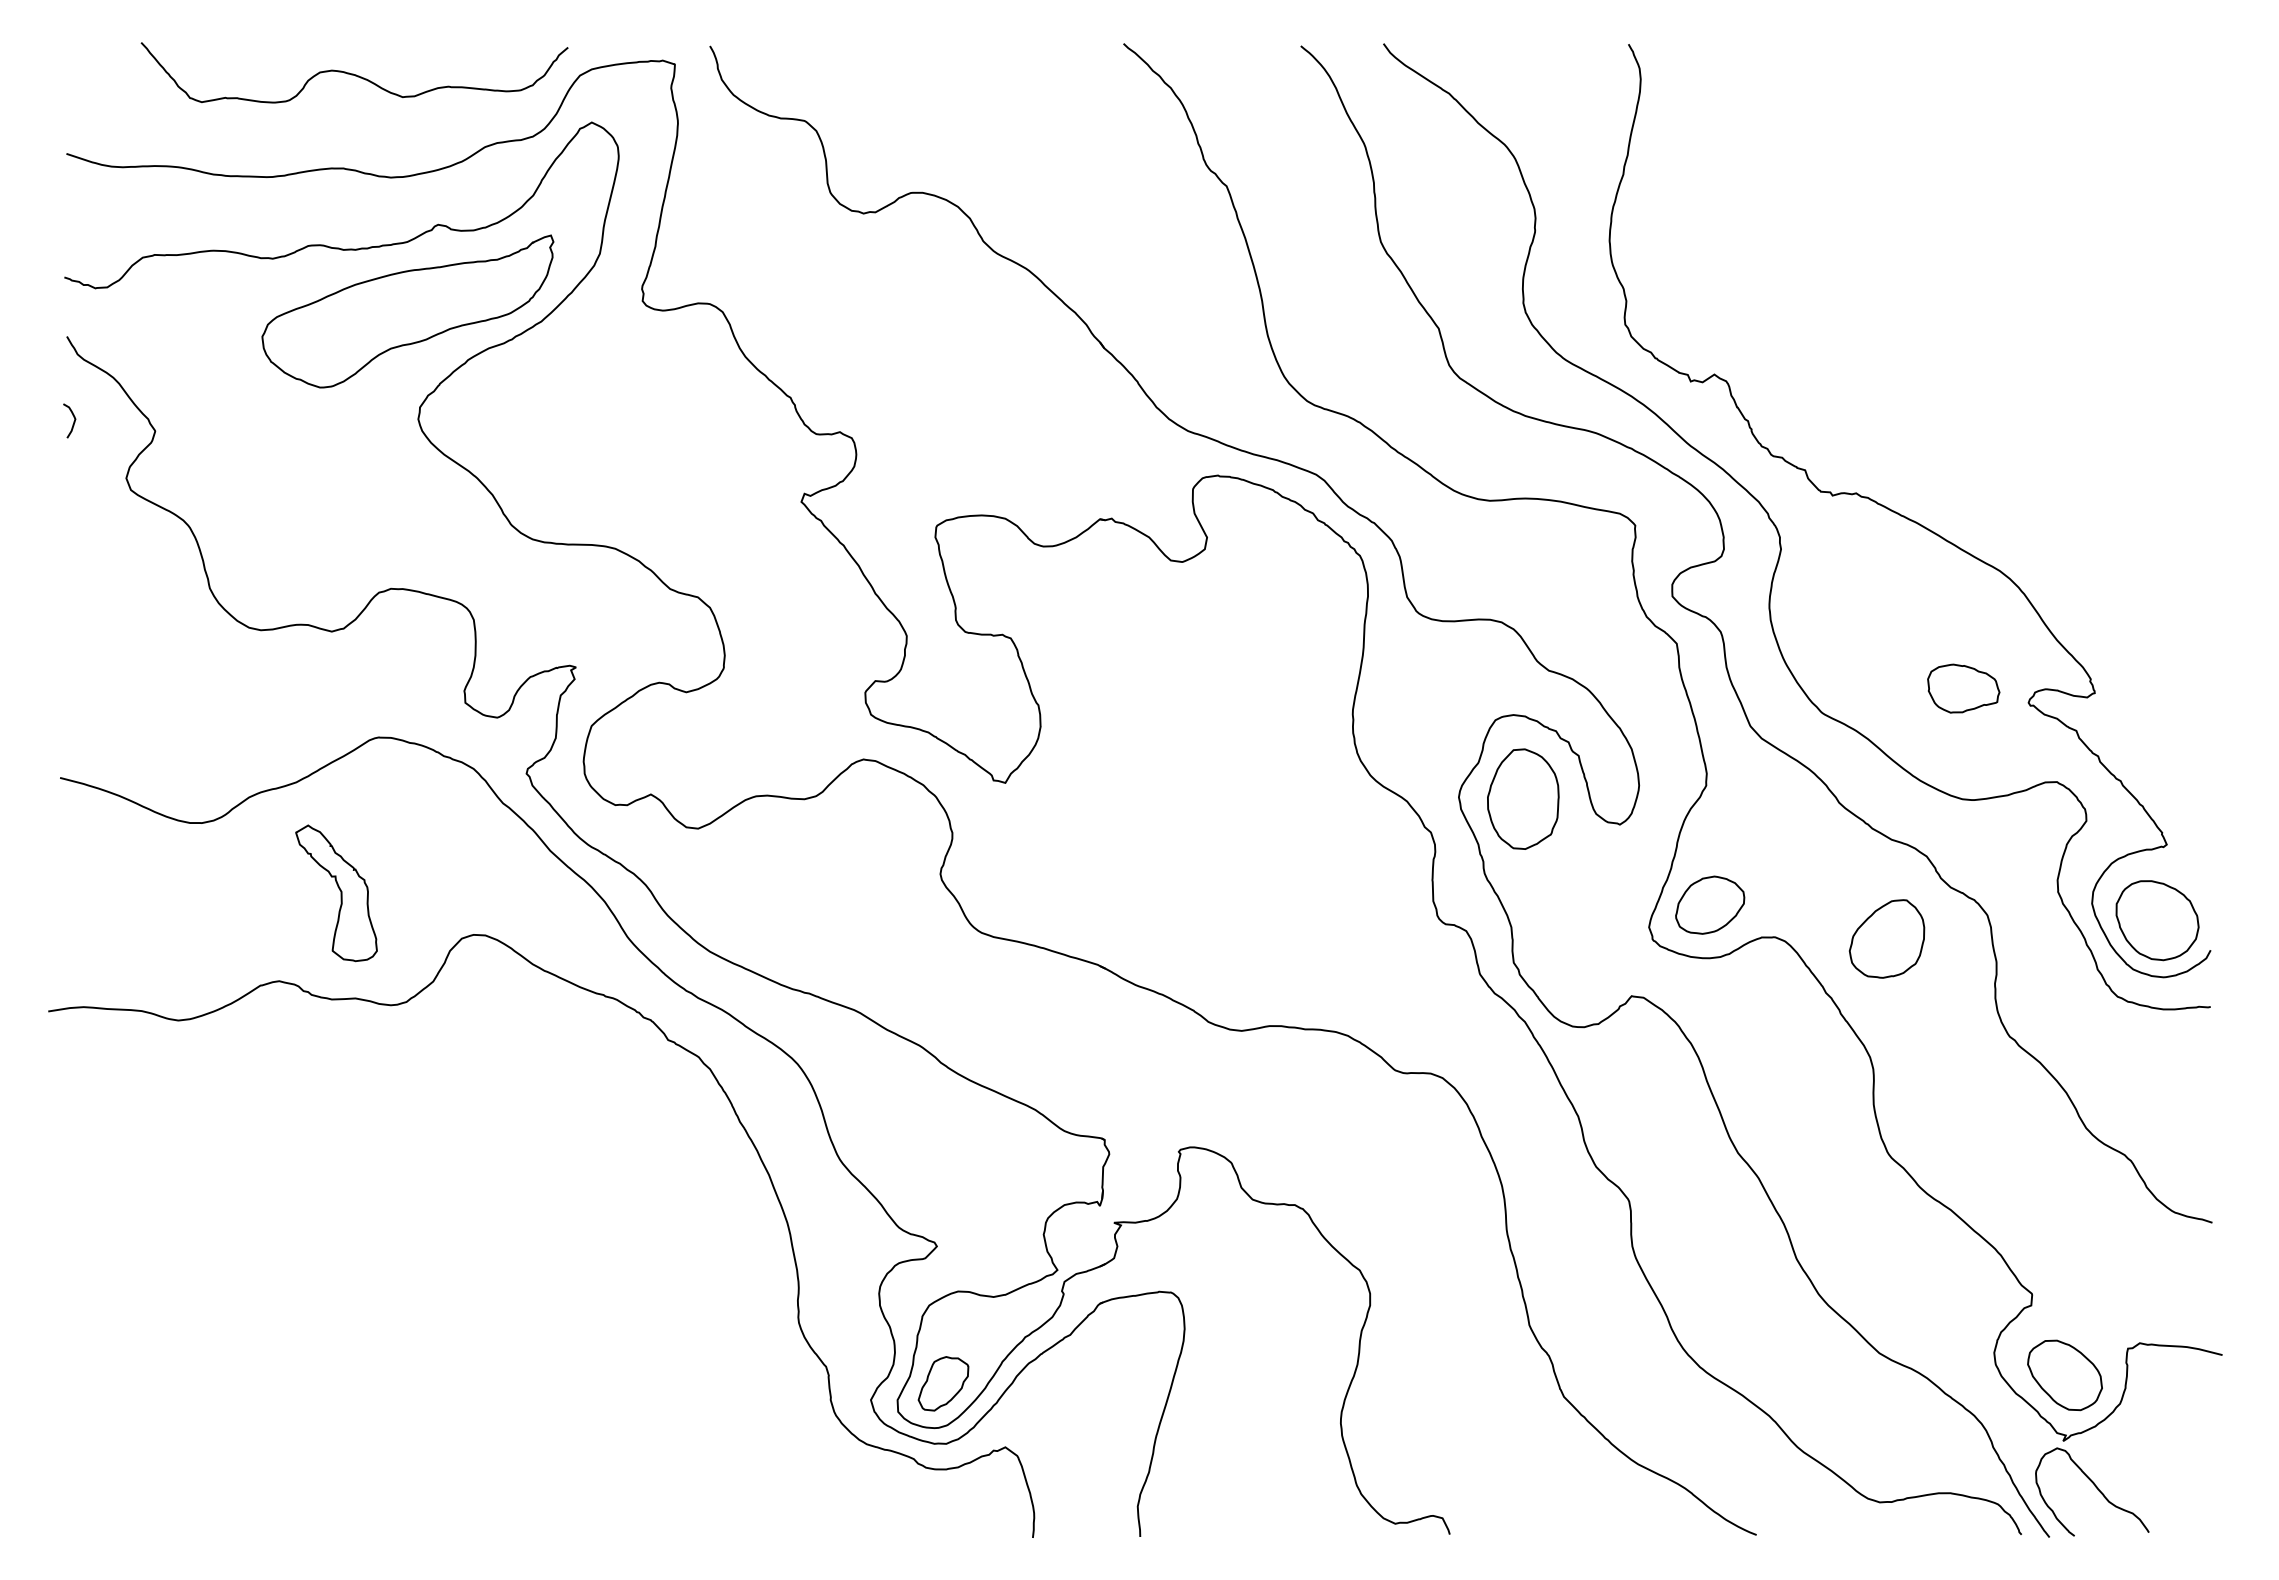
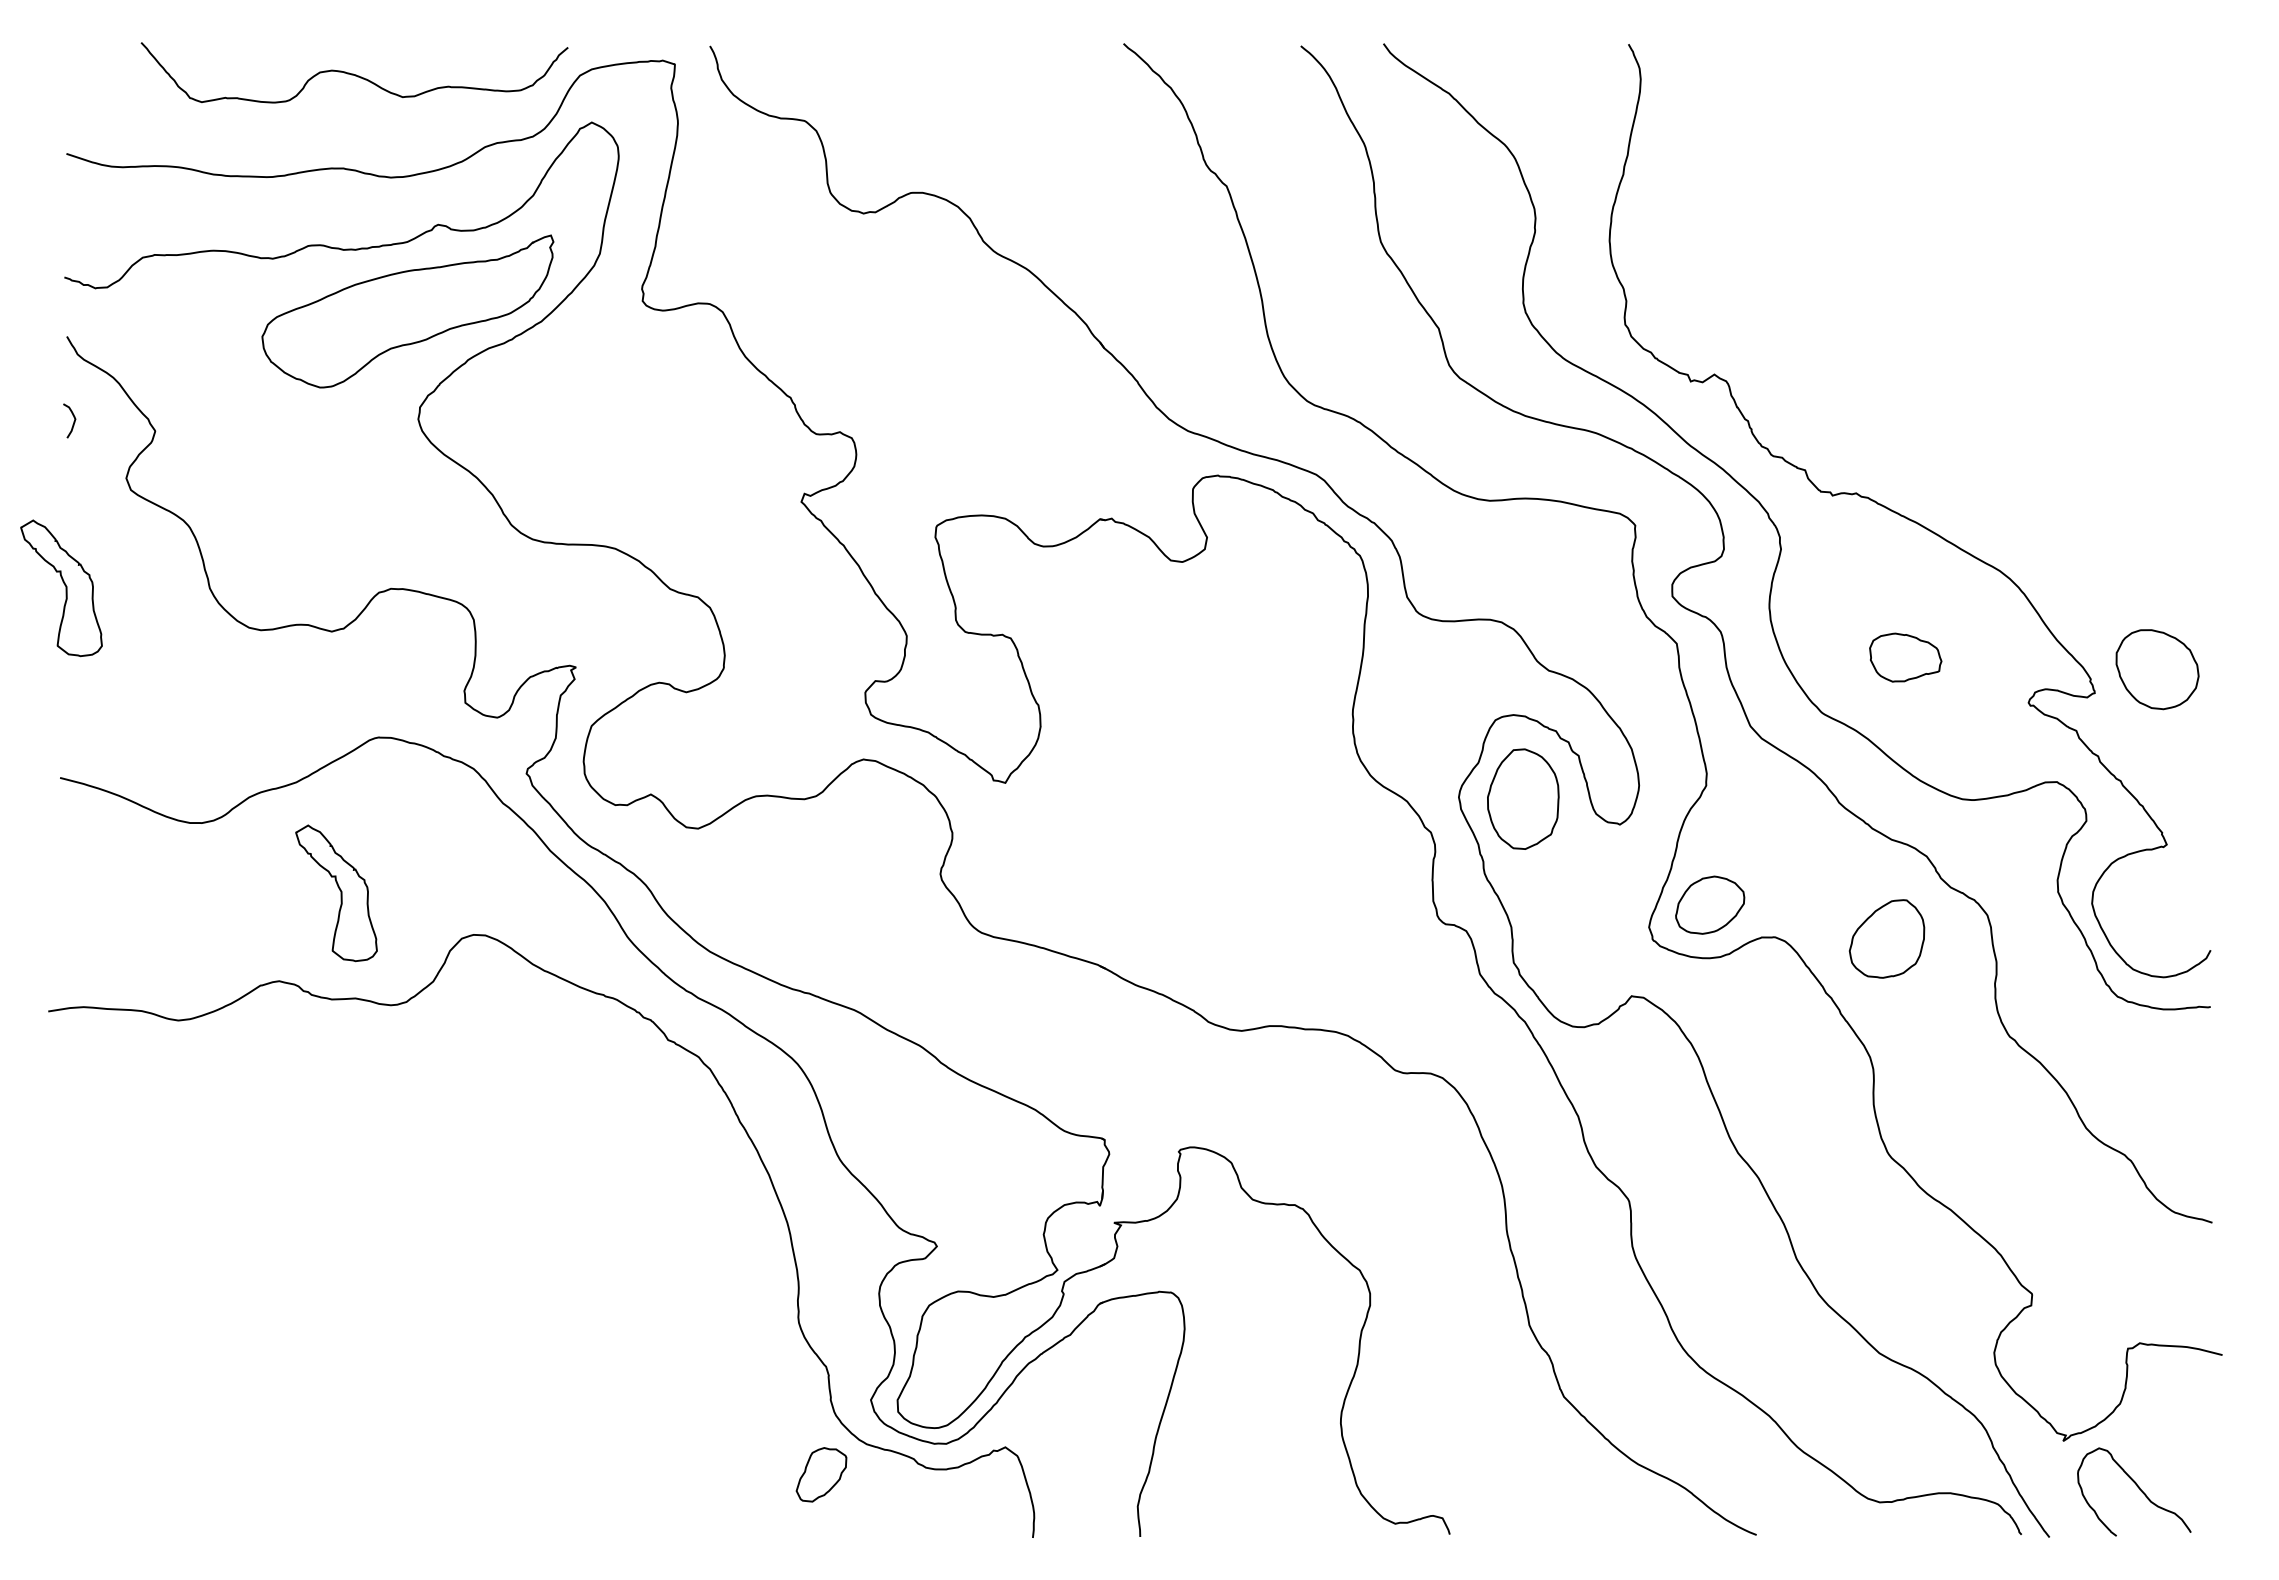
part at (61, 588): none -> present
part at (1963, 688) position: (1963, 688) -> (1905, 657)
part at (2157, 920) position: (2157, 920) -> (2157, 669)
part at (2064, 1375): present -> none
part at (943, 1383) position: (943, 1383) -> (821, 1474)
curve at (2095, 1487) position: (2095, 1487) -> (2137, 1487)
